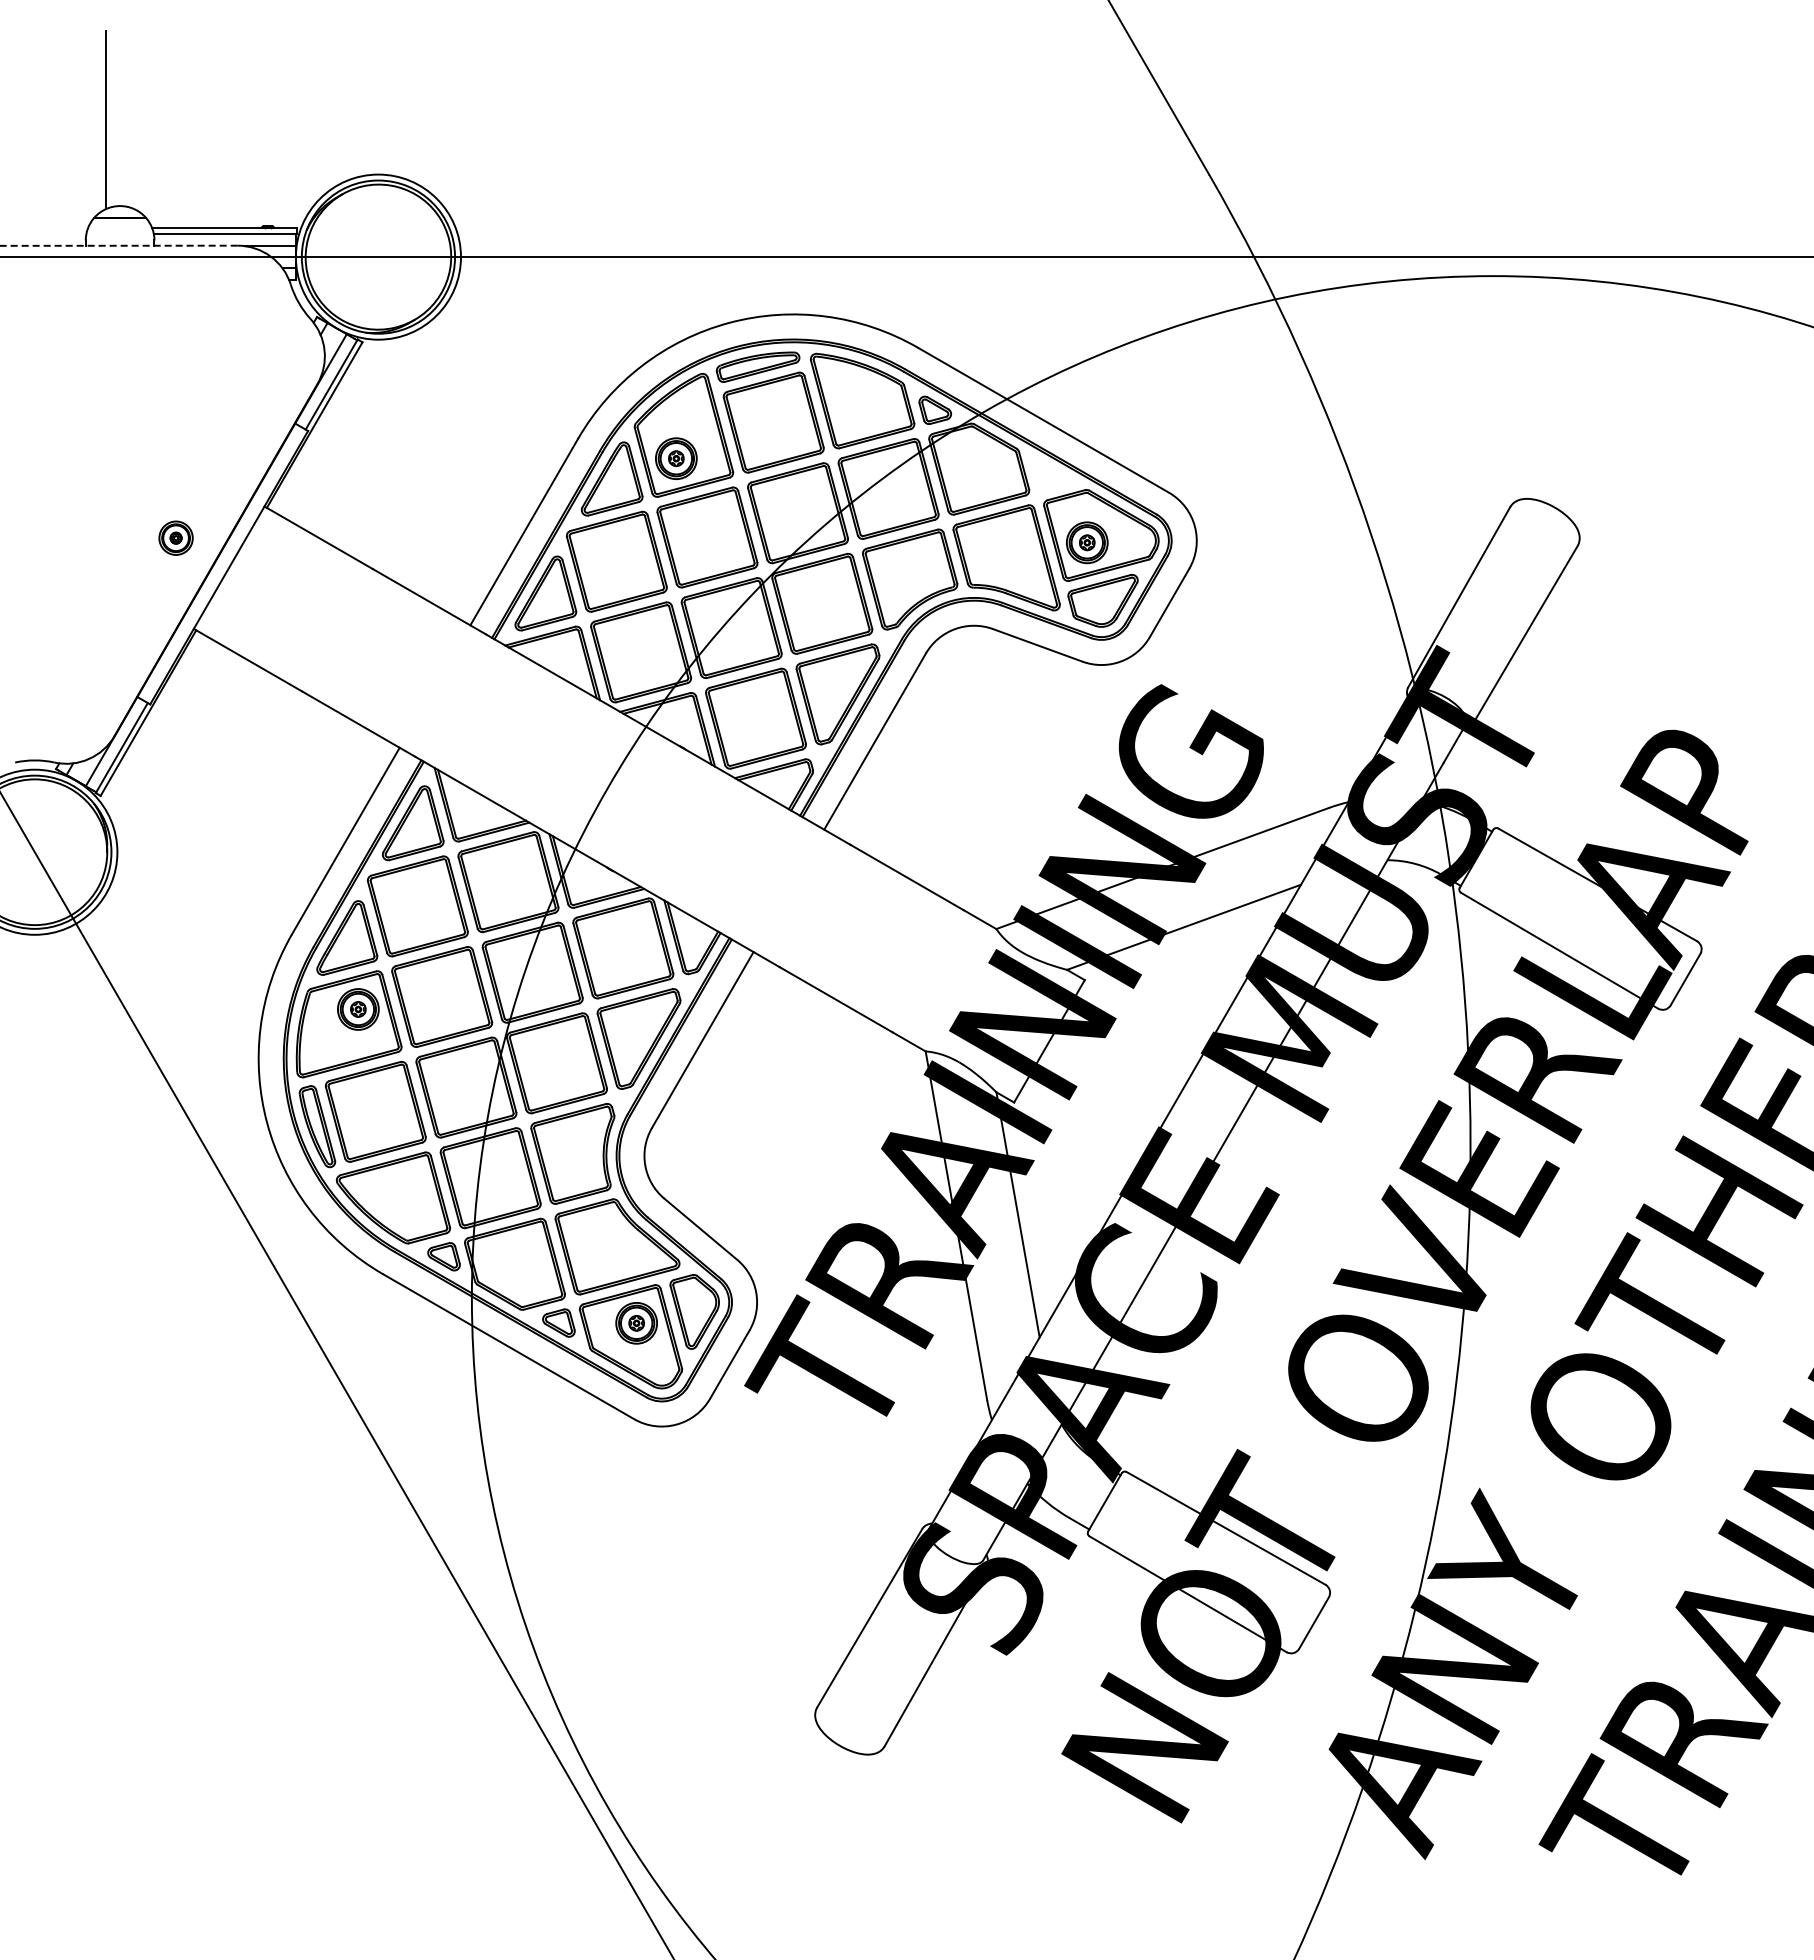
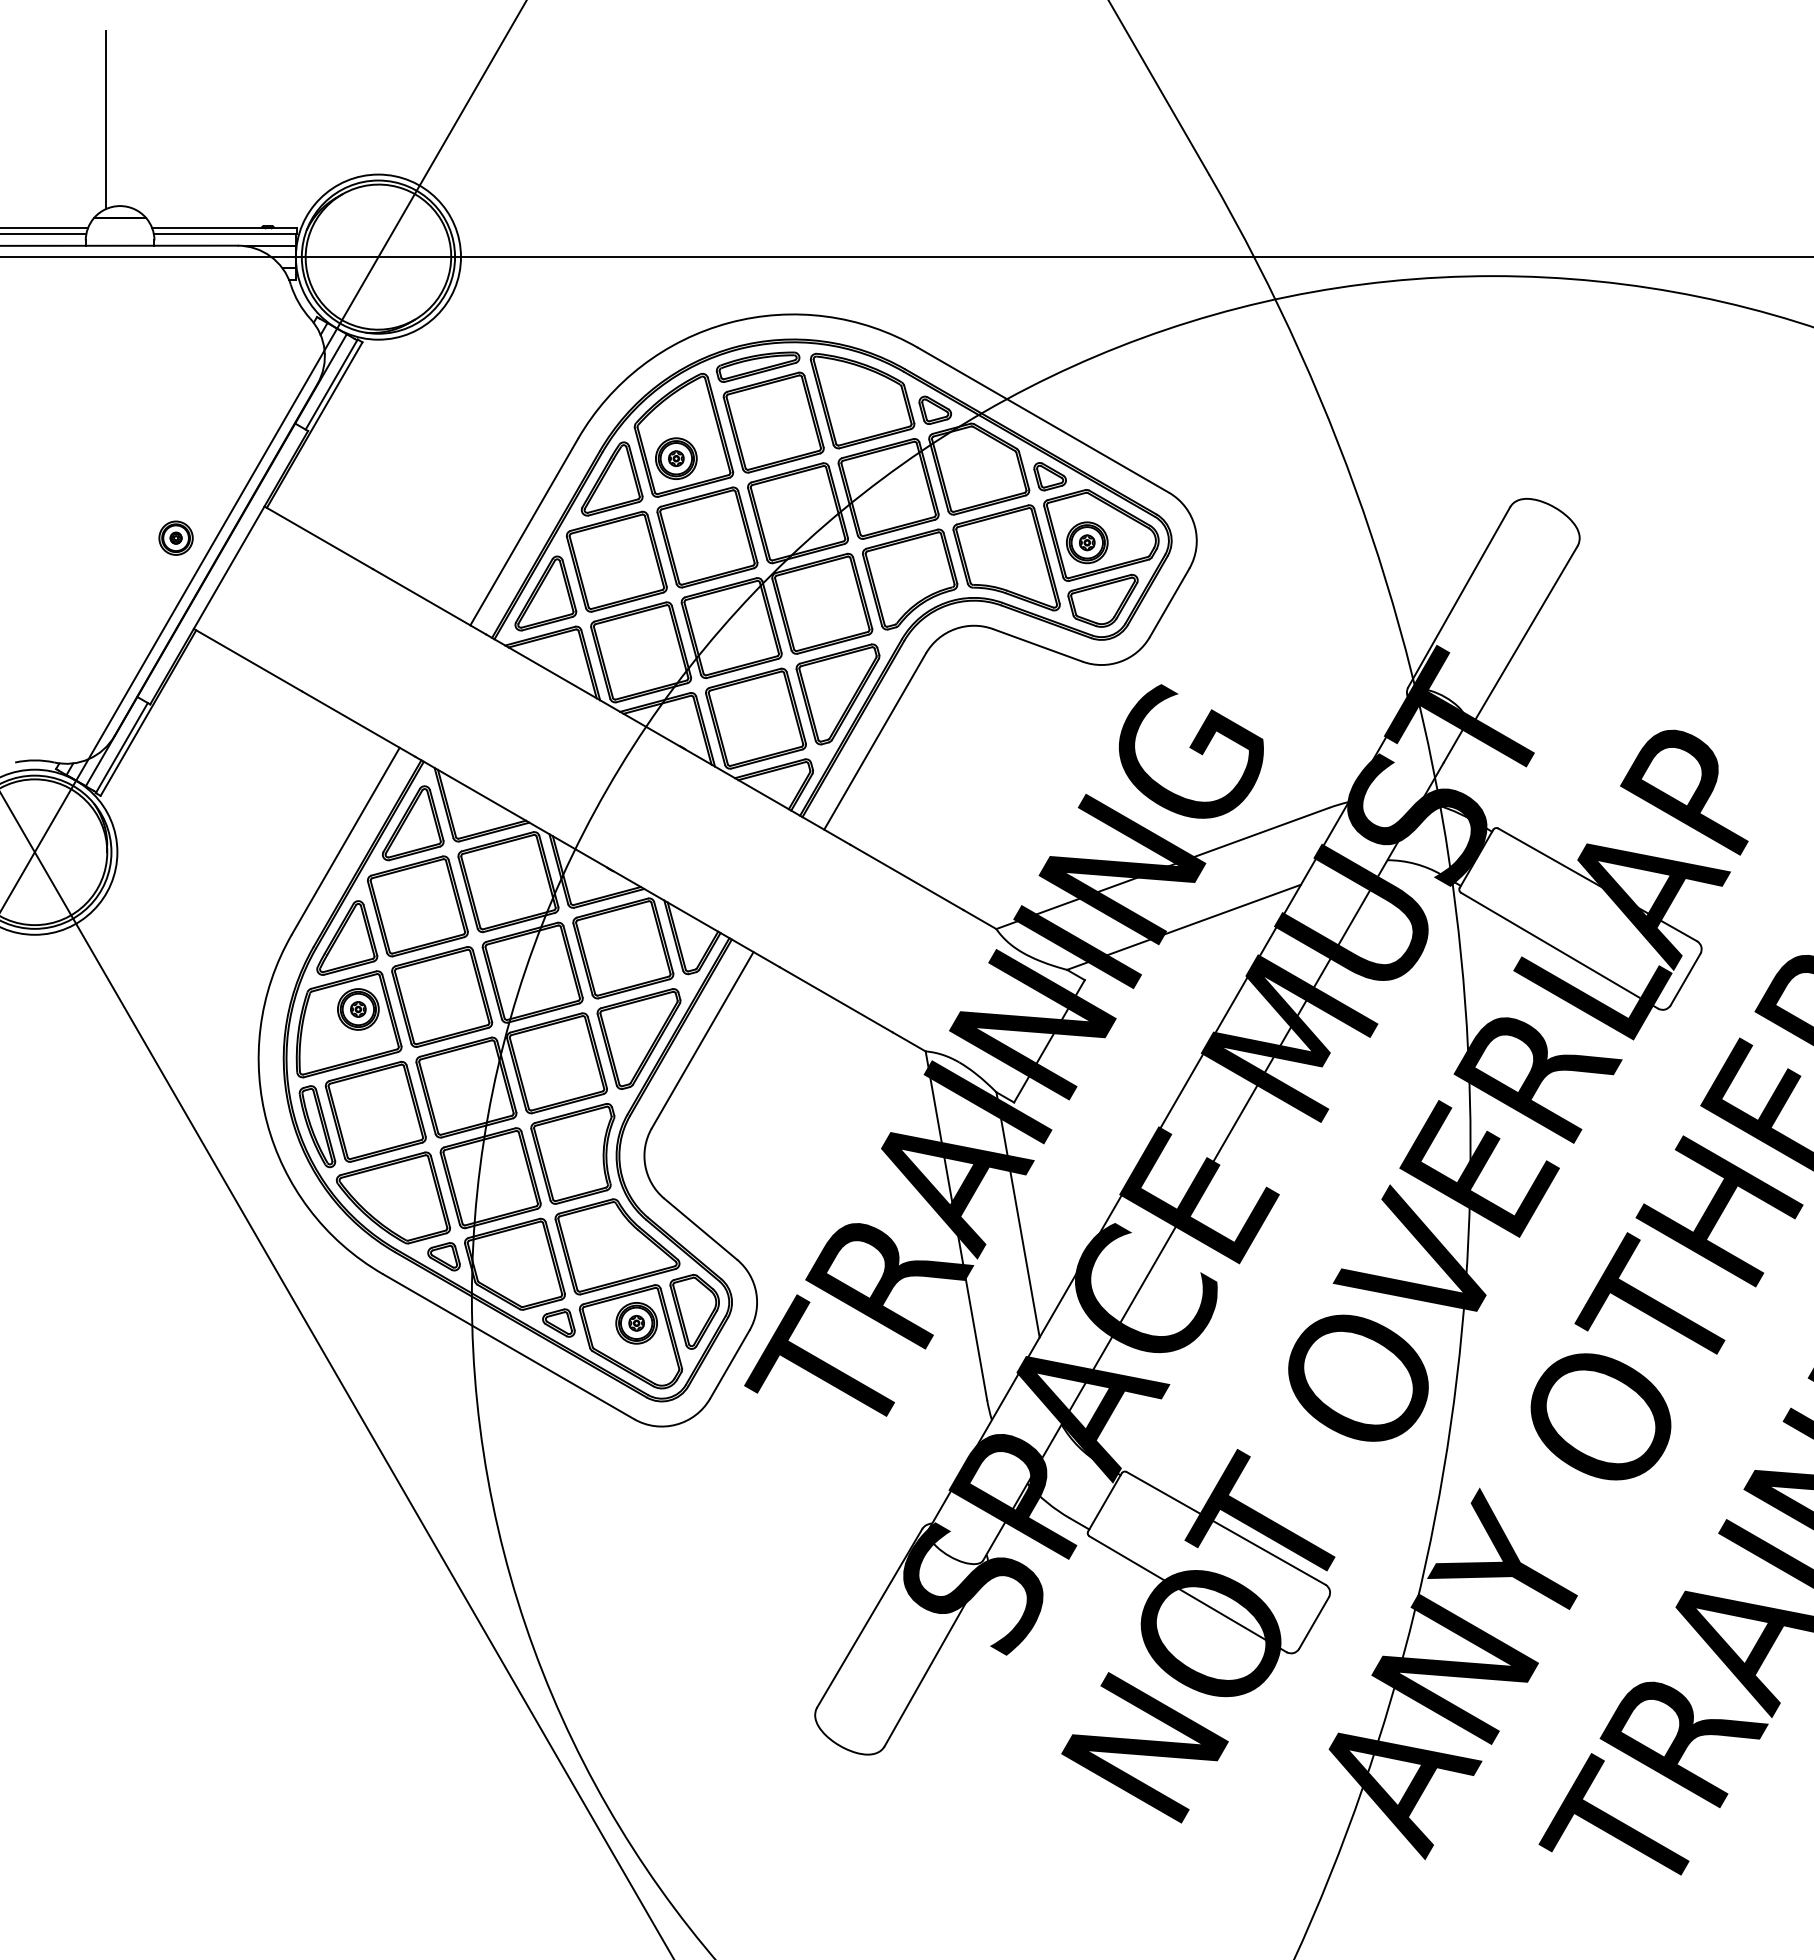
line at (44, 228): none -> present
line at (44, 233): none -> present
line at (118, 245): dashed -> solid
line at (263, 455): none -> present
part at (1049, 476): none -> present
